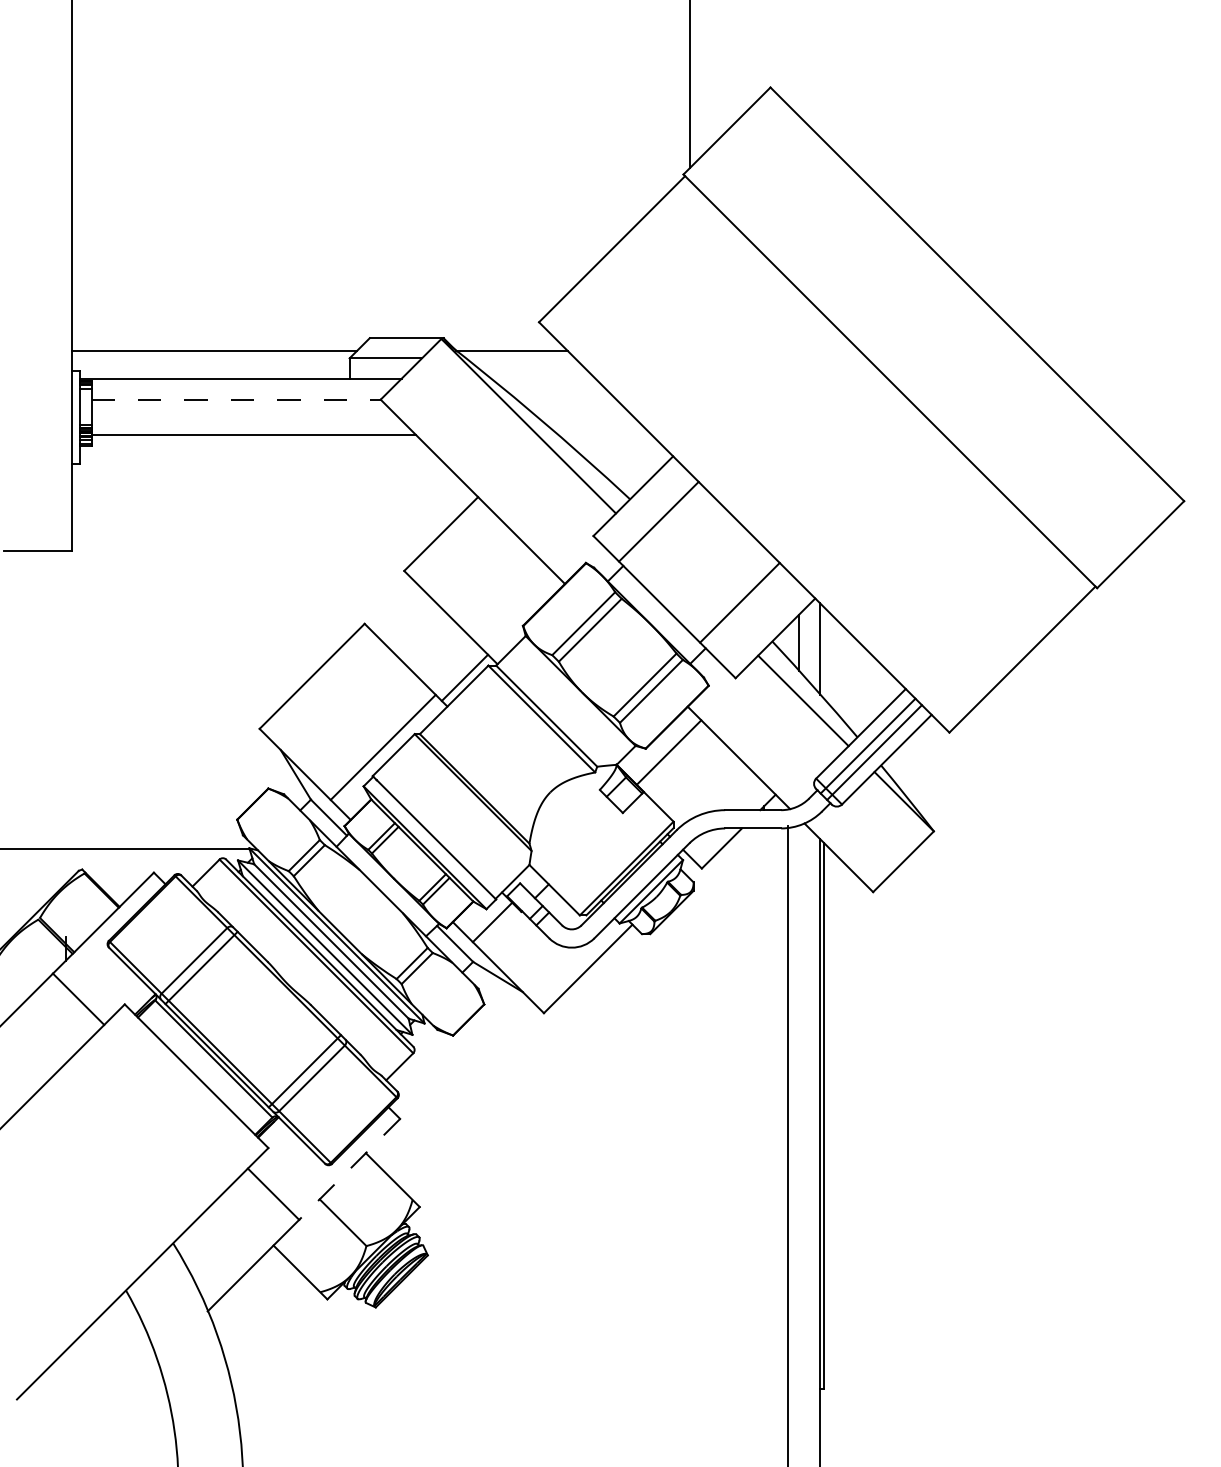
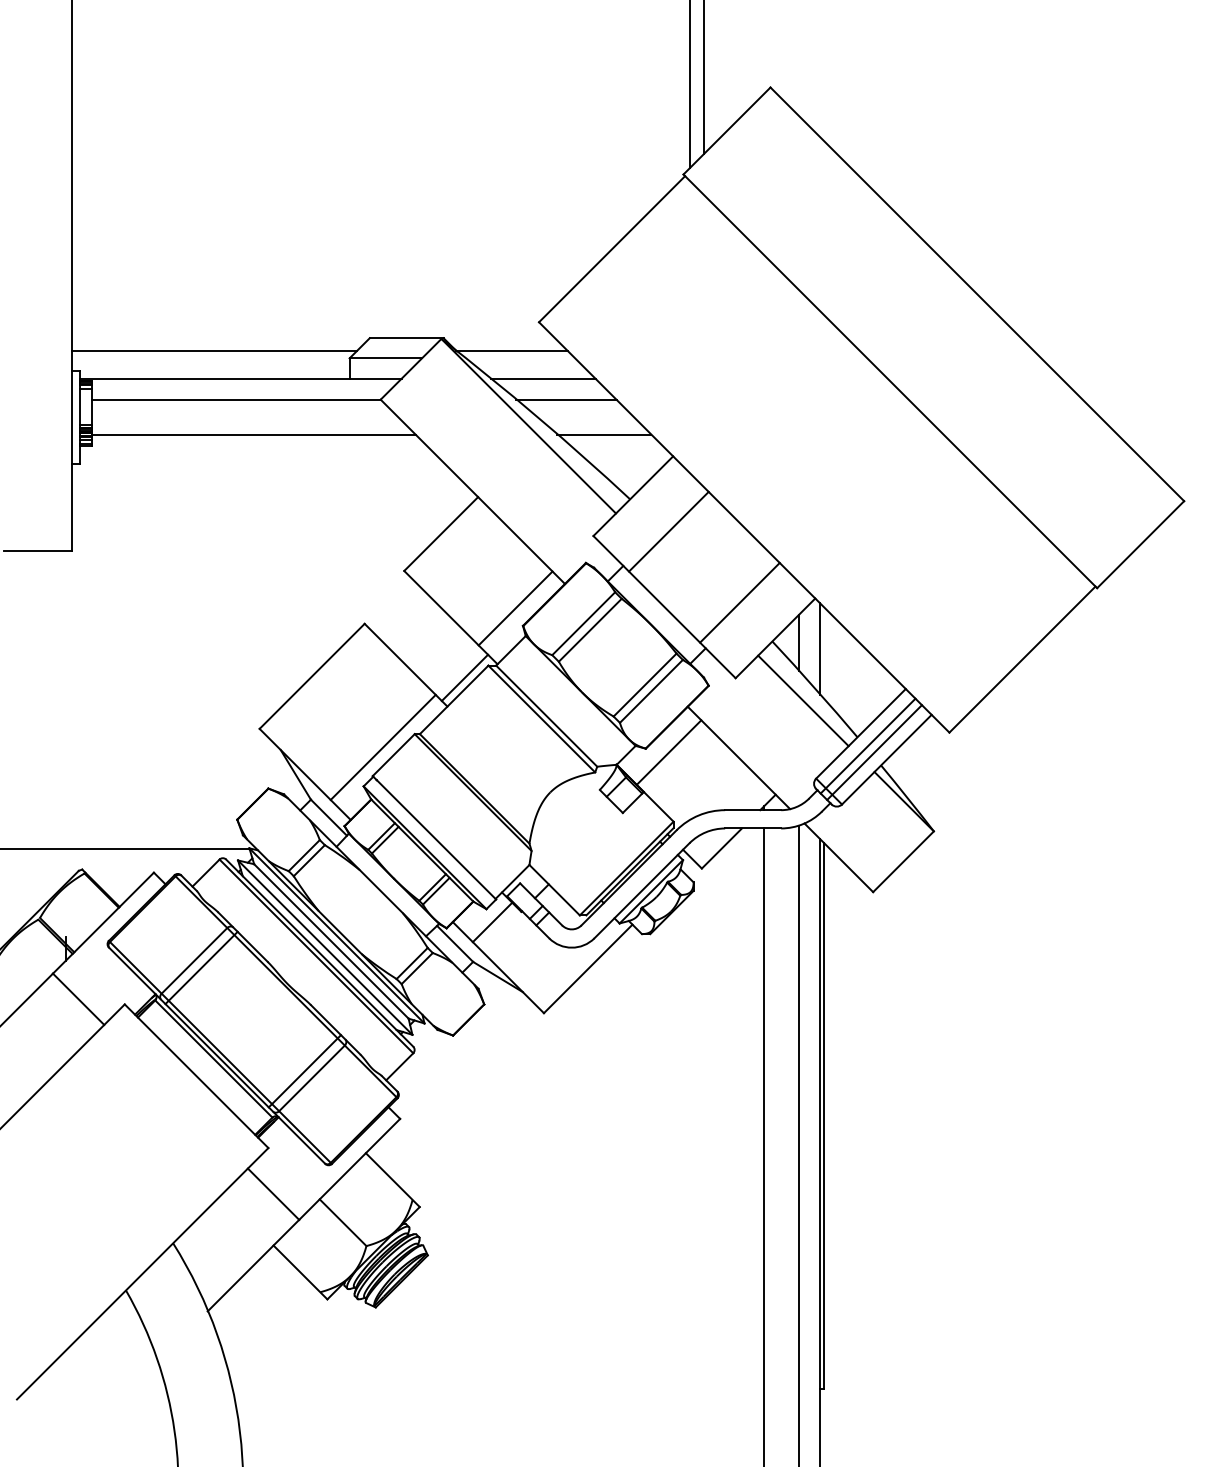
line at (703, 78): none -> present
line at (542, 378): none -> present
line at (236, 399): dashed -> solid
line at (566, 399): none -> present
line at (604, 434): none -> present
line at (658, 521) position: (658, 521) -> (668, 531)
line at (515, 608): none -> present
line at (788, 1144) position: (788, 1144) -> (799, 1144)
line at (764, 1145): none -> present
line at (349, 1169): dashed -> solid
